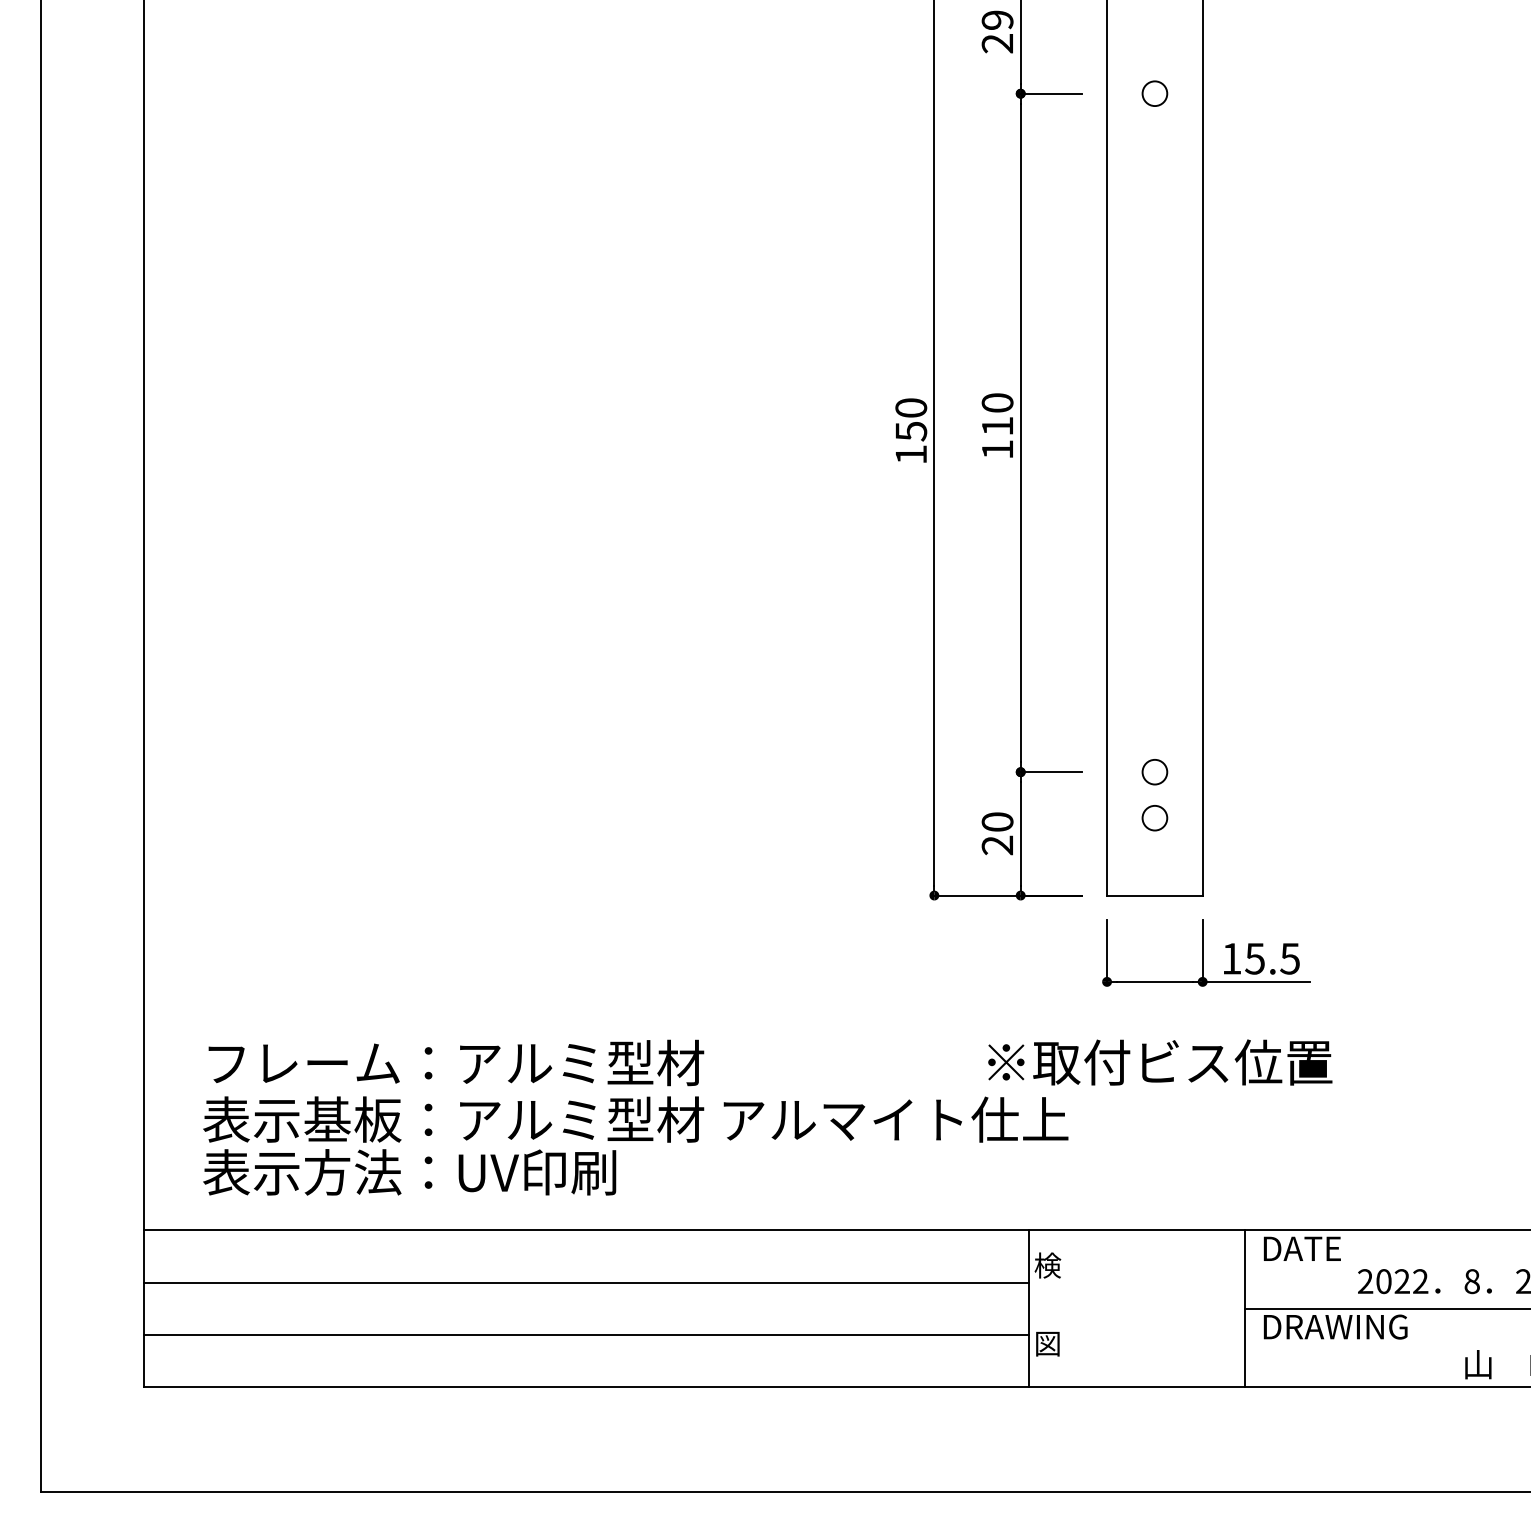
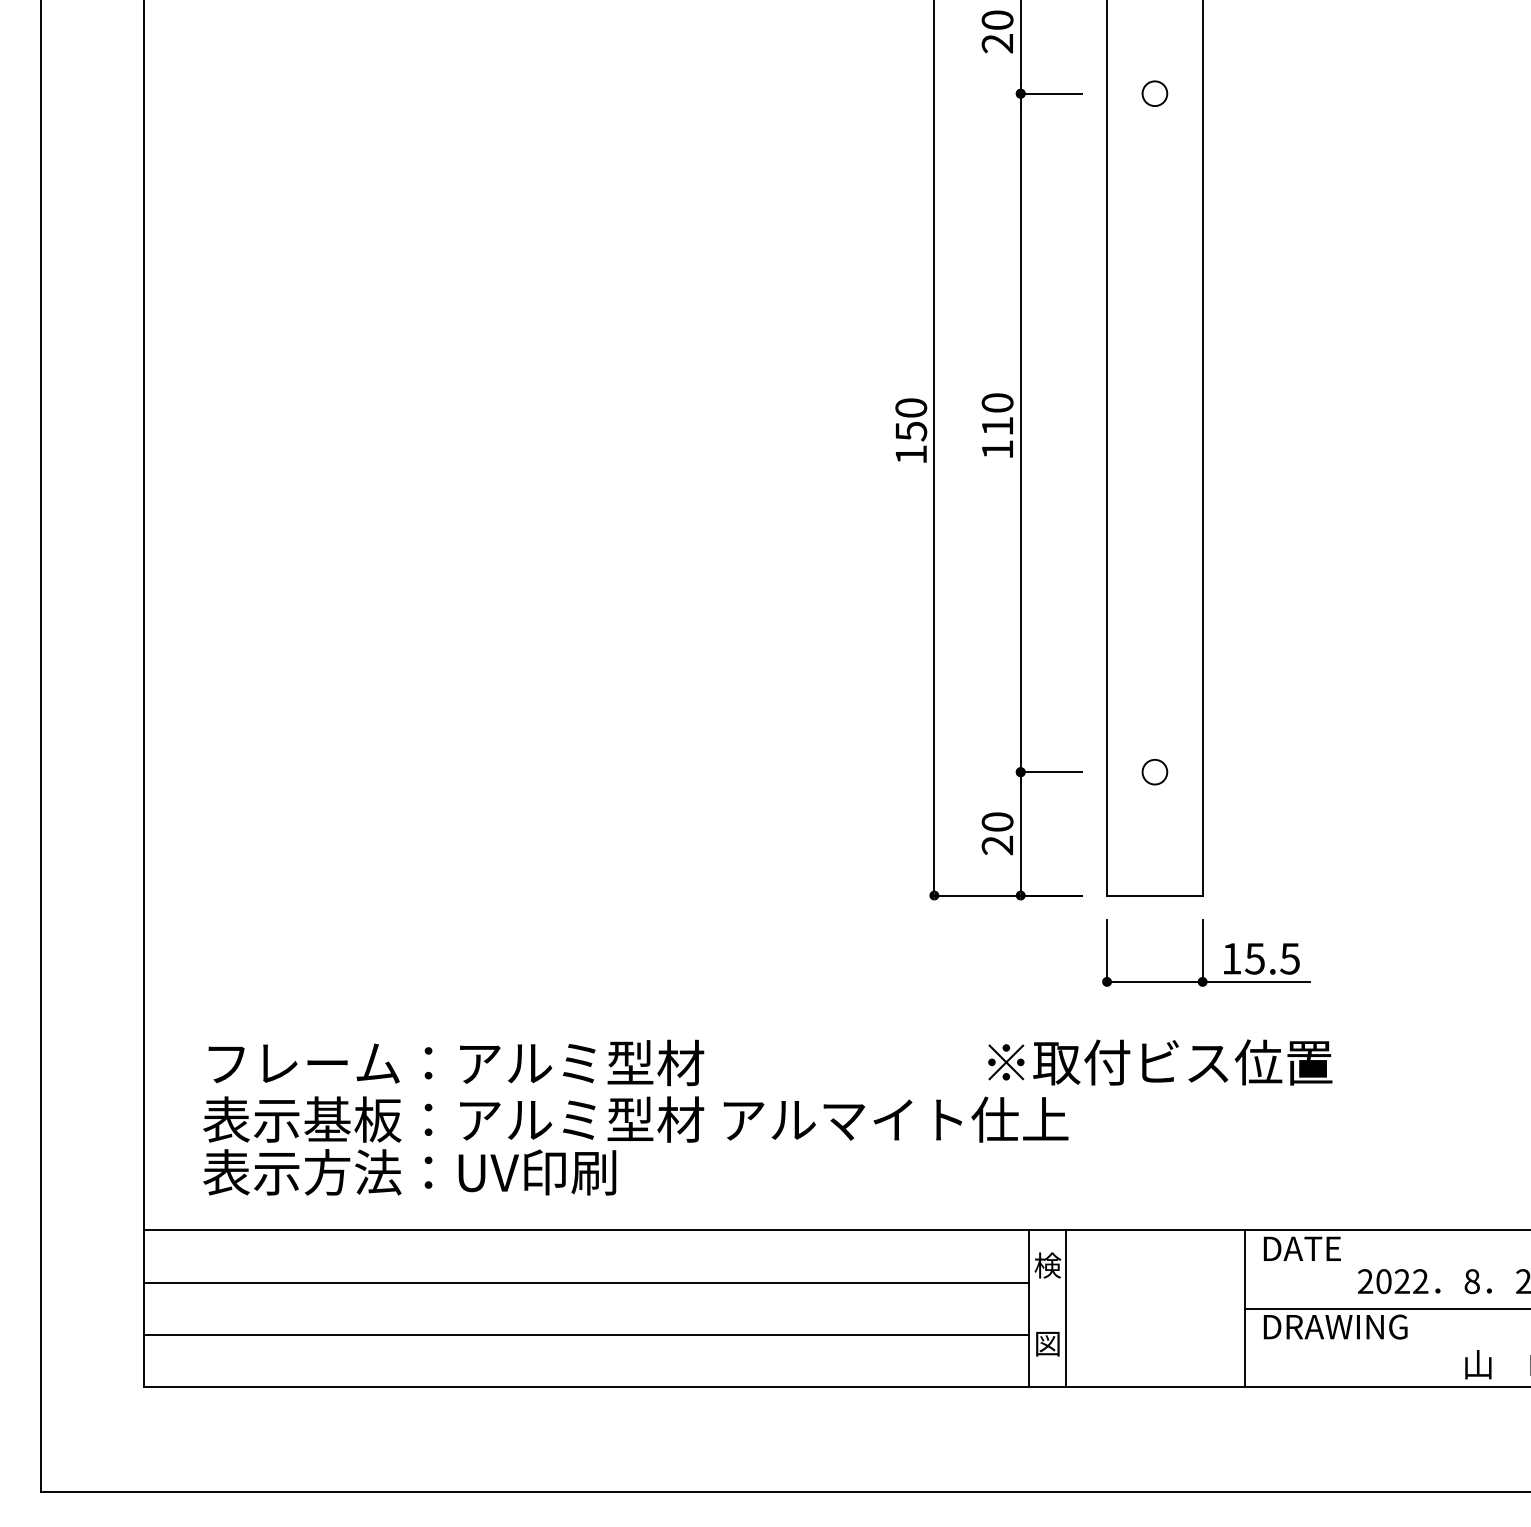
text at (997, 19): 29 -> 20
circle at (1154, 818): present -> none
line at (1066, 1308): none -> present
